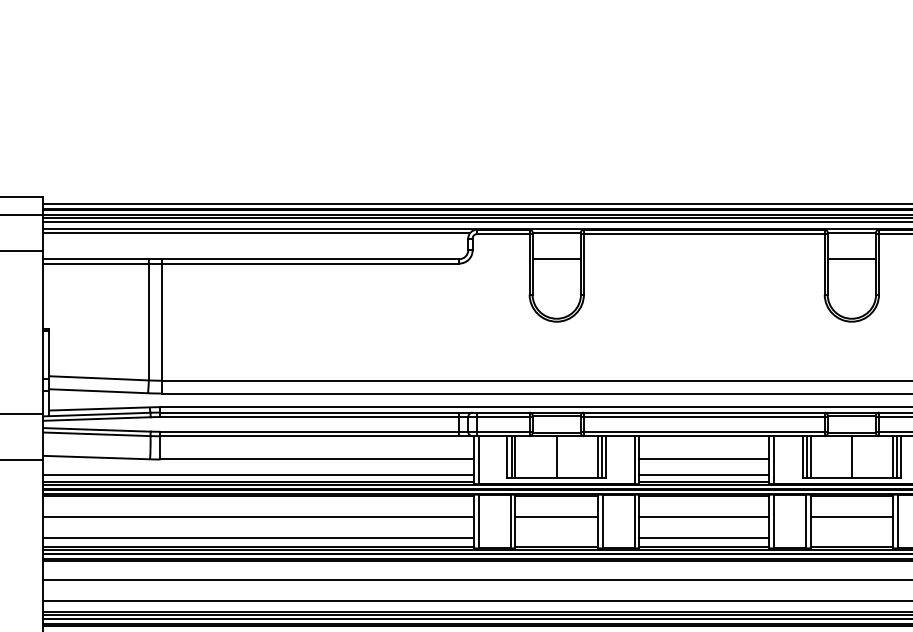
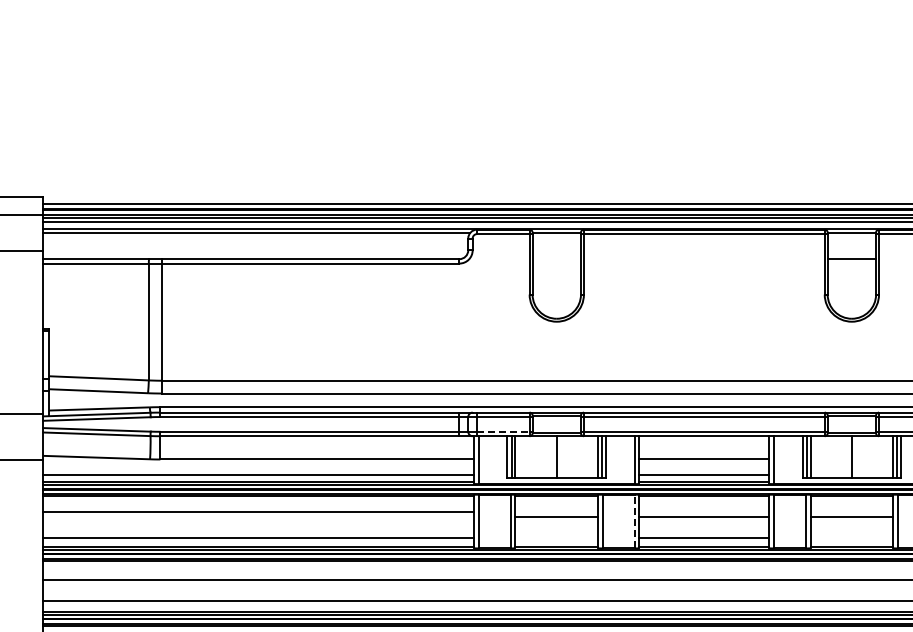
line at (556, 259): present -> none
line at (503, 431): solid -> dashed
line at (258, 517) position: (258, 517) -> (258, 512)
line at (634, 521): solid -> dashed
